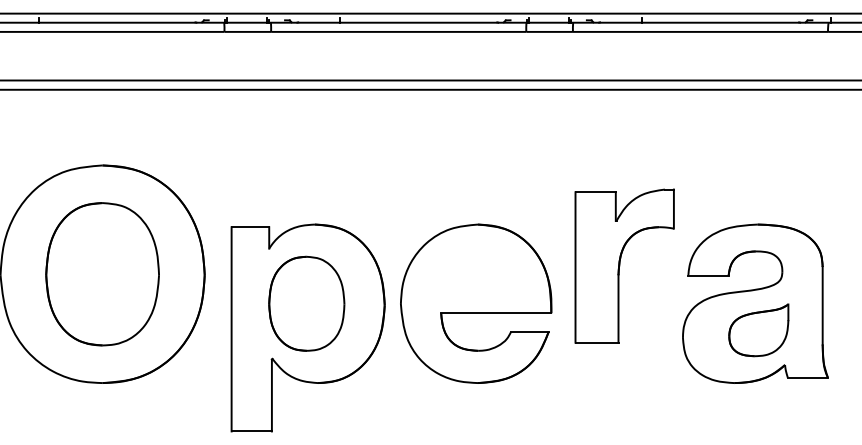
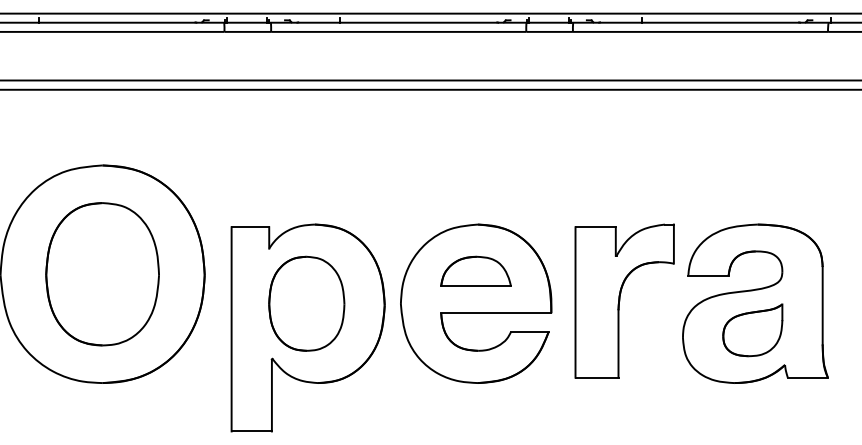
part at (624, 265) position: (624, 265) -> (624, 300)
part at (475, 270): none -> present
part at (758, 330) position: (758, 330) -> (752, 330)
